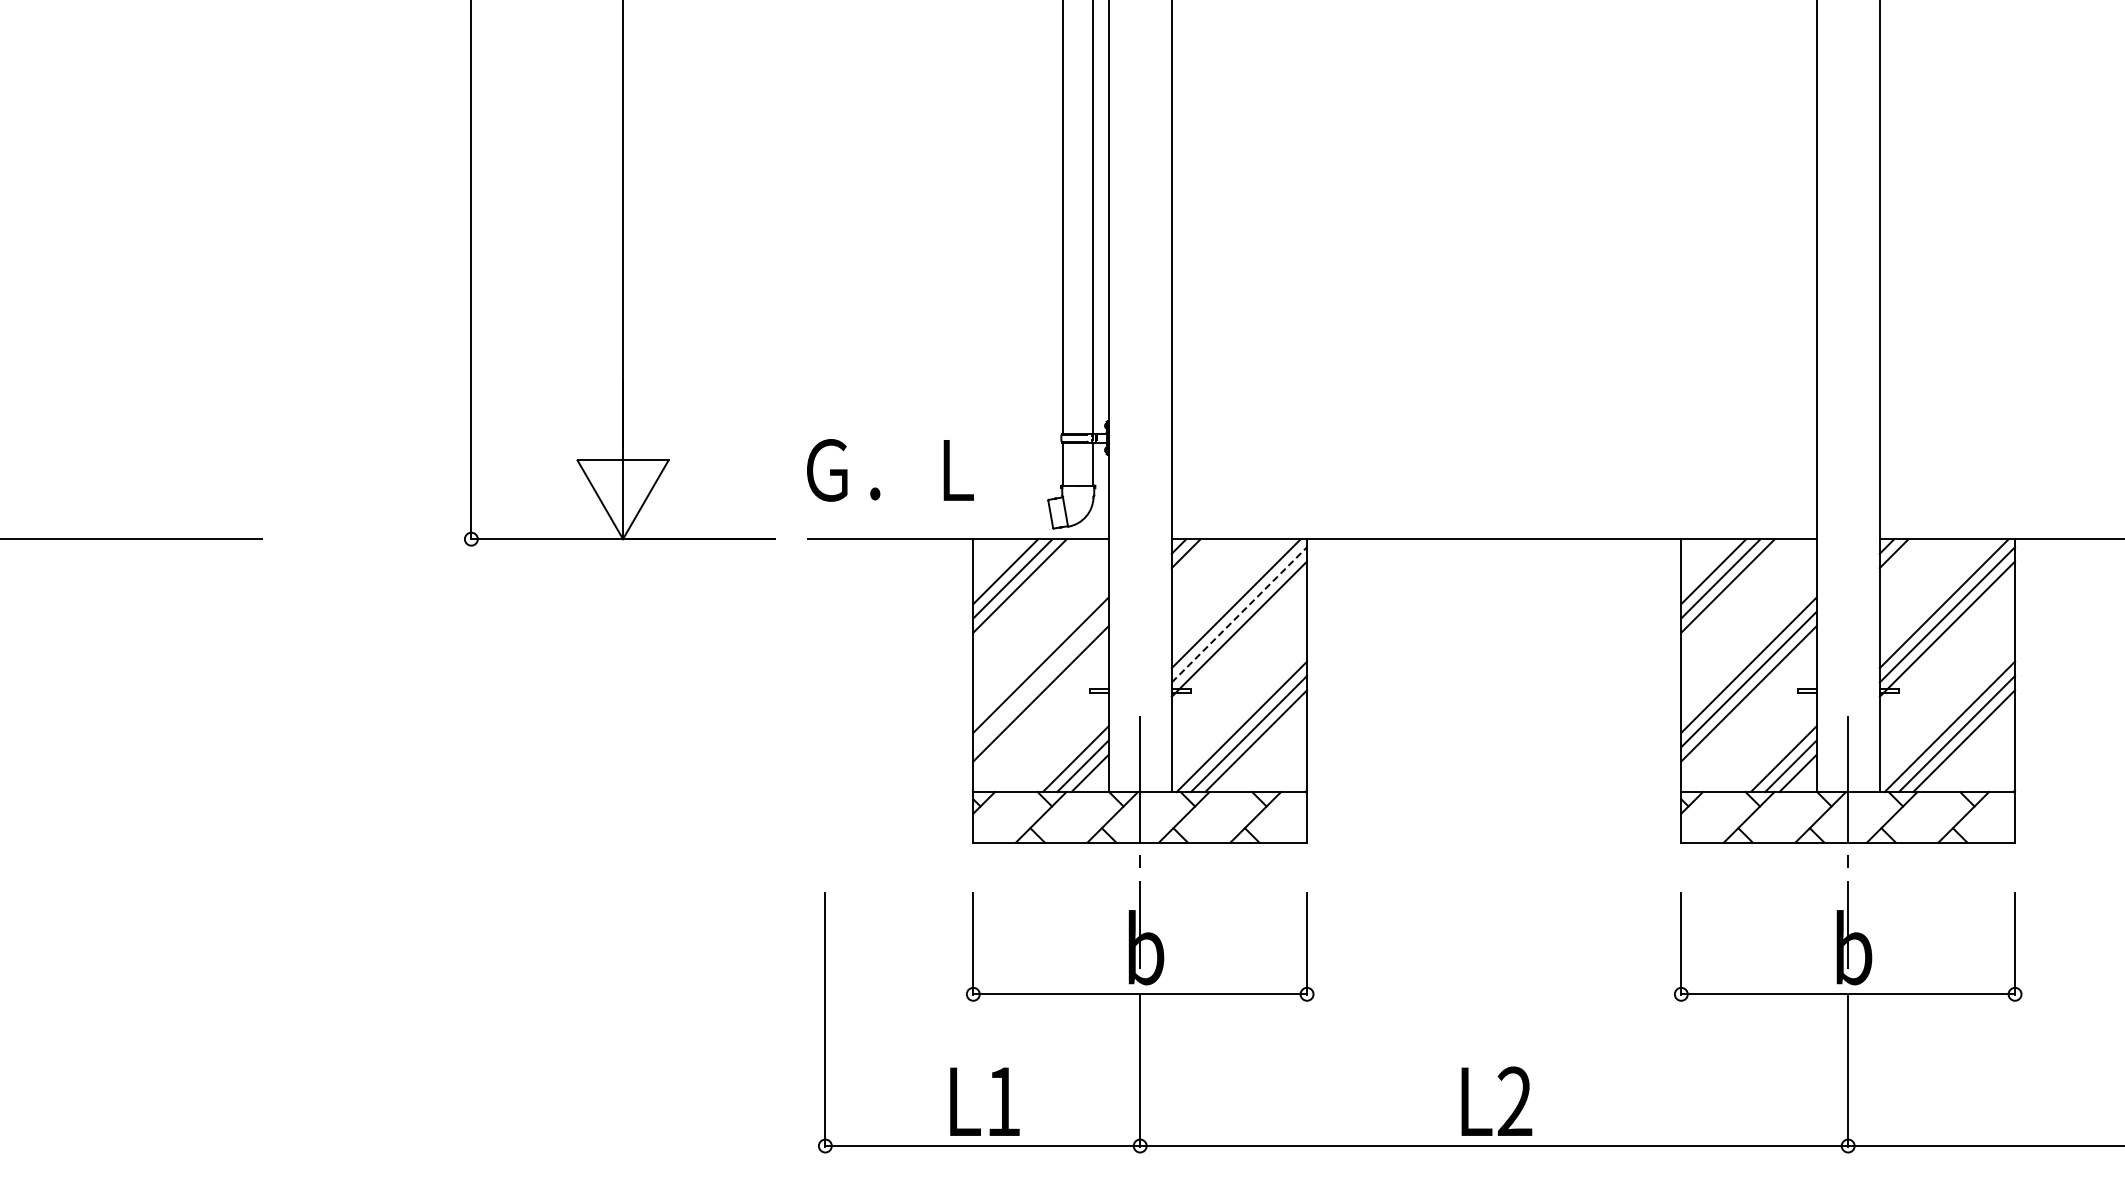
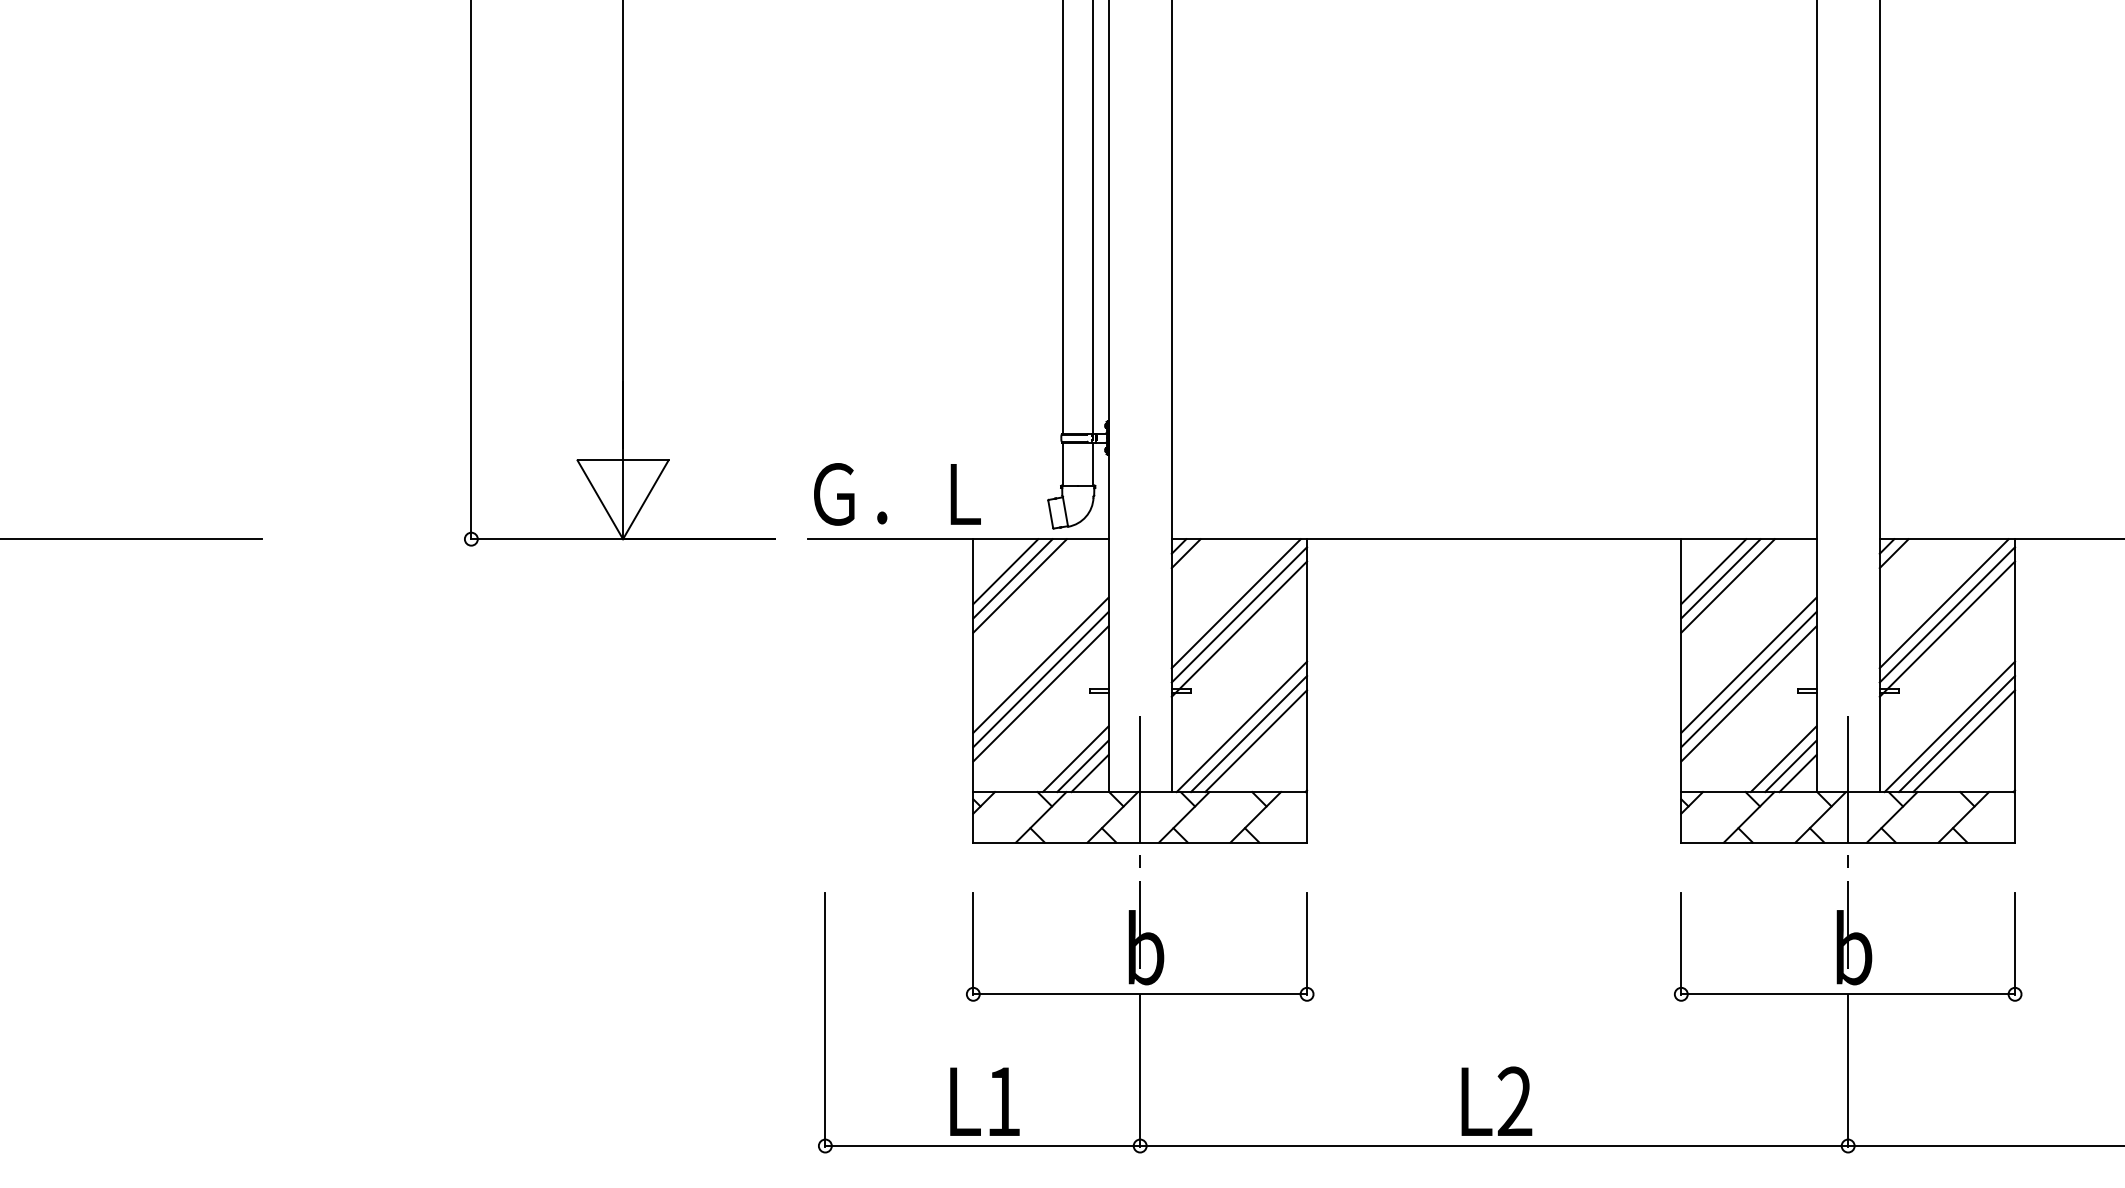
text at (890, 470) position: (890, 470) -> (897, 494)
line at (1239, 614): dashed -> solid
line at (1040, 679): none -> present
